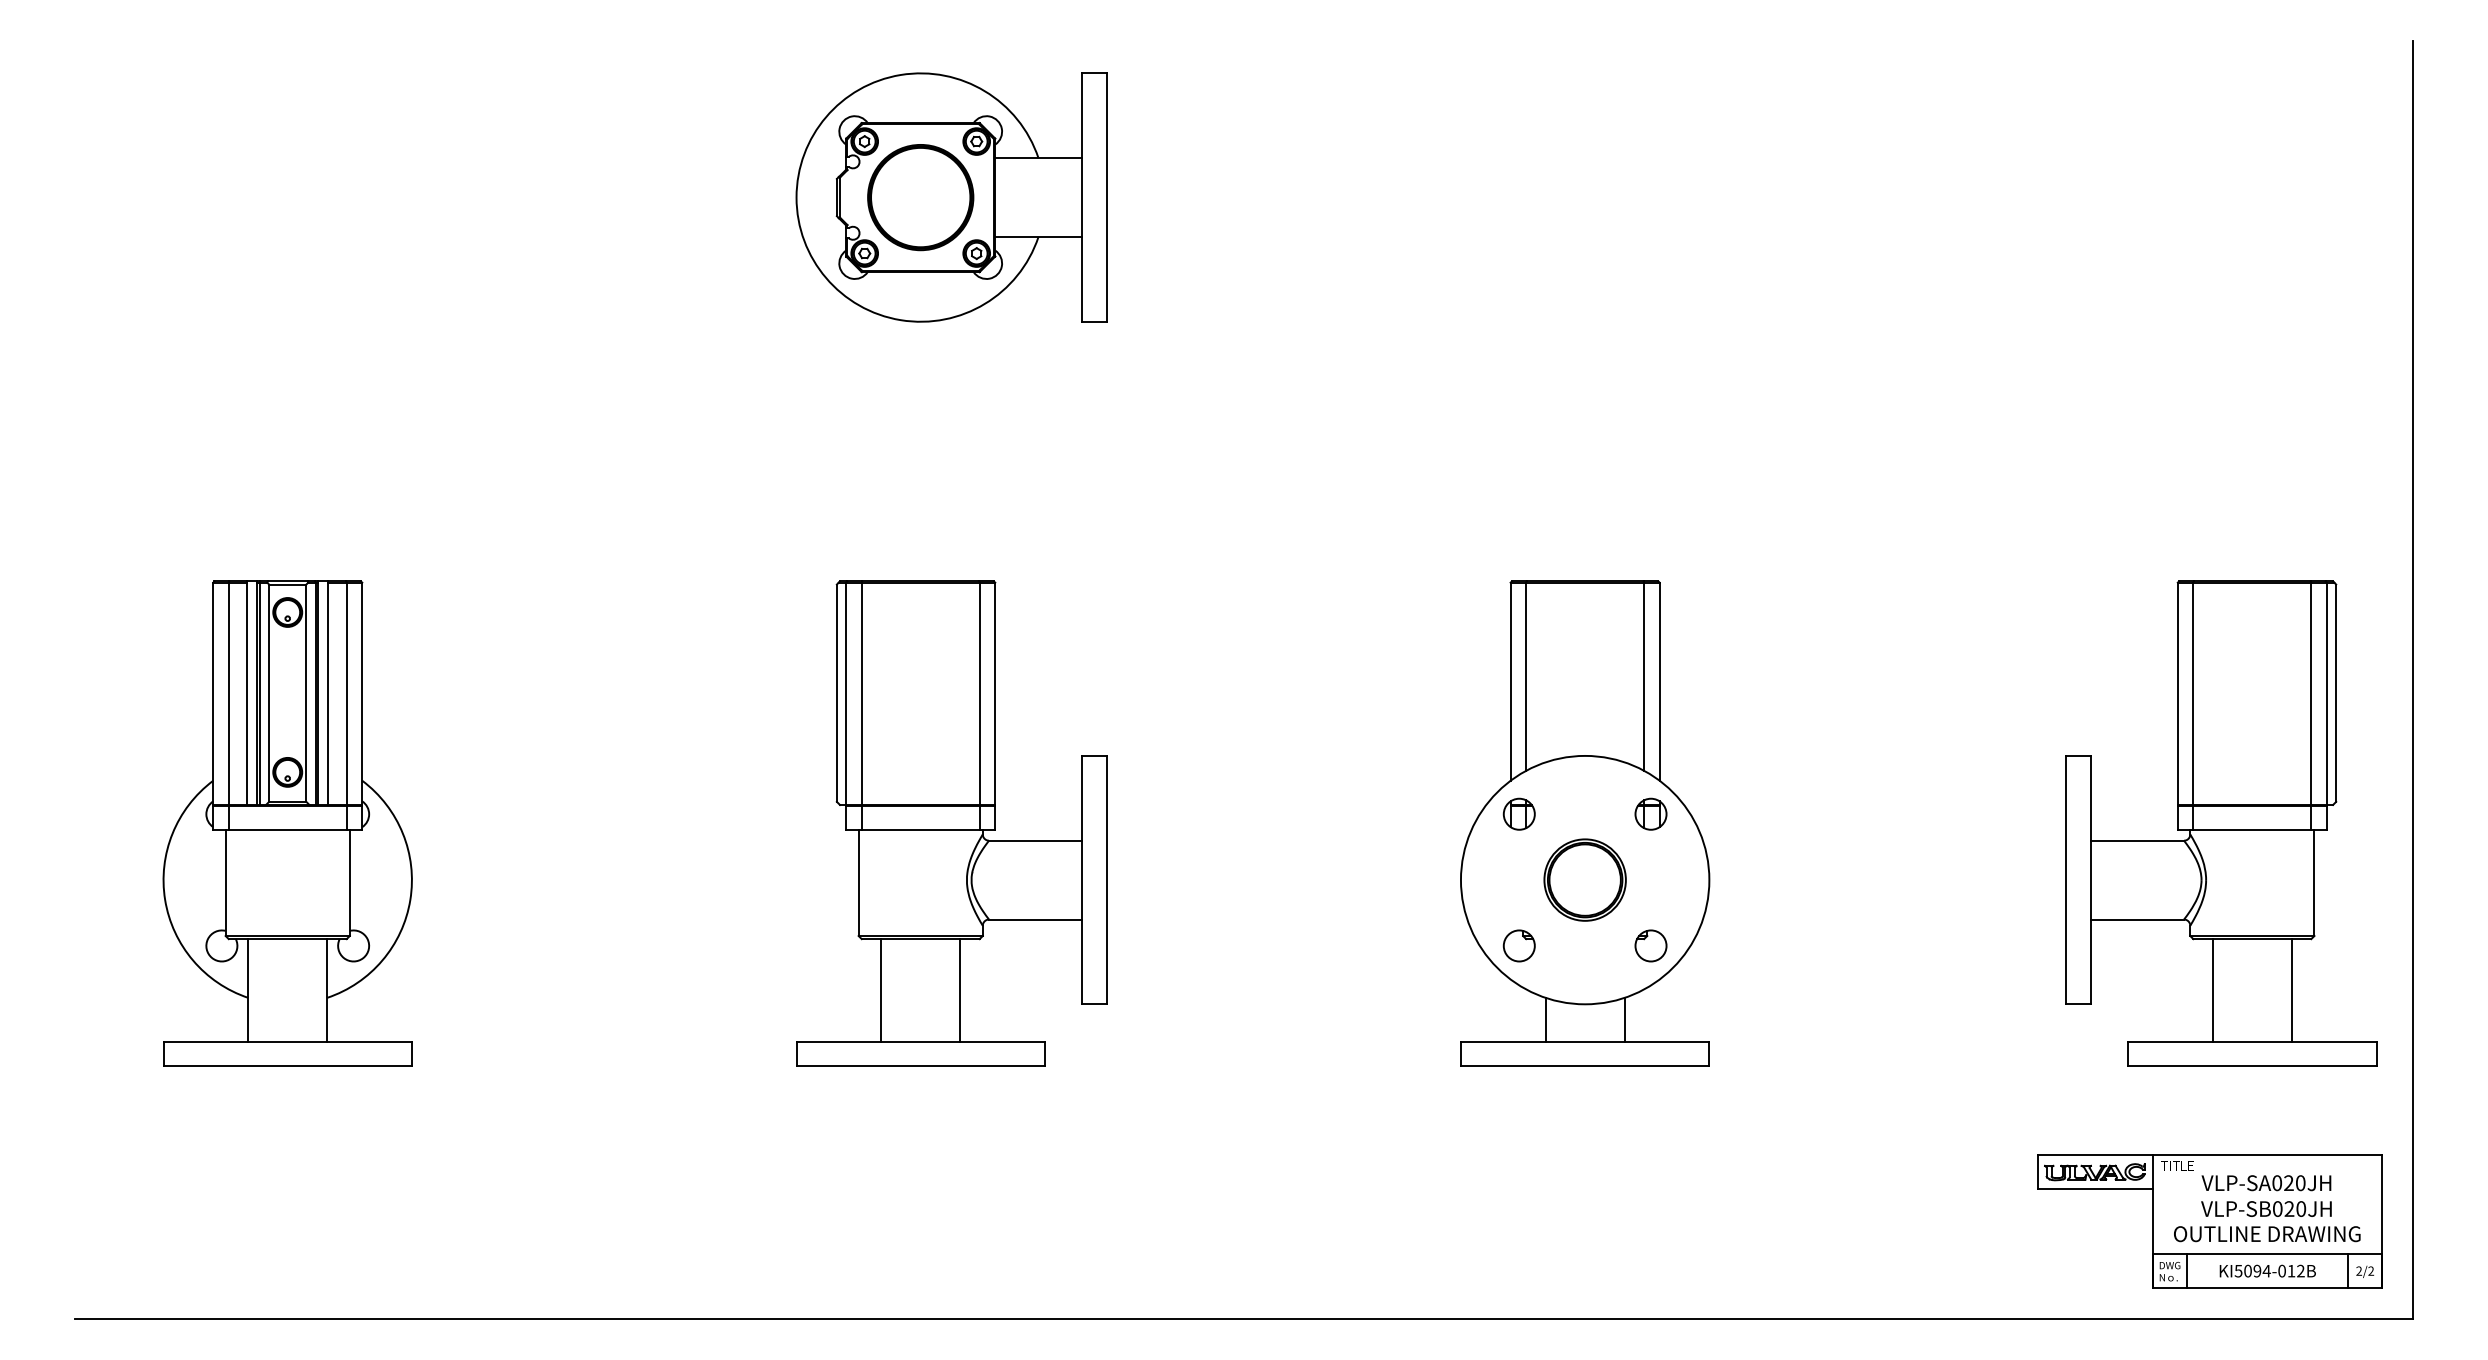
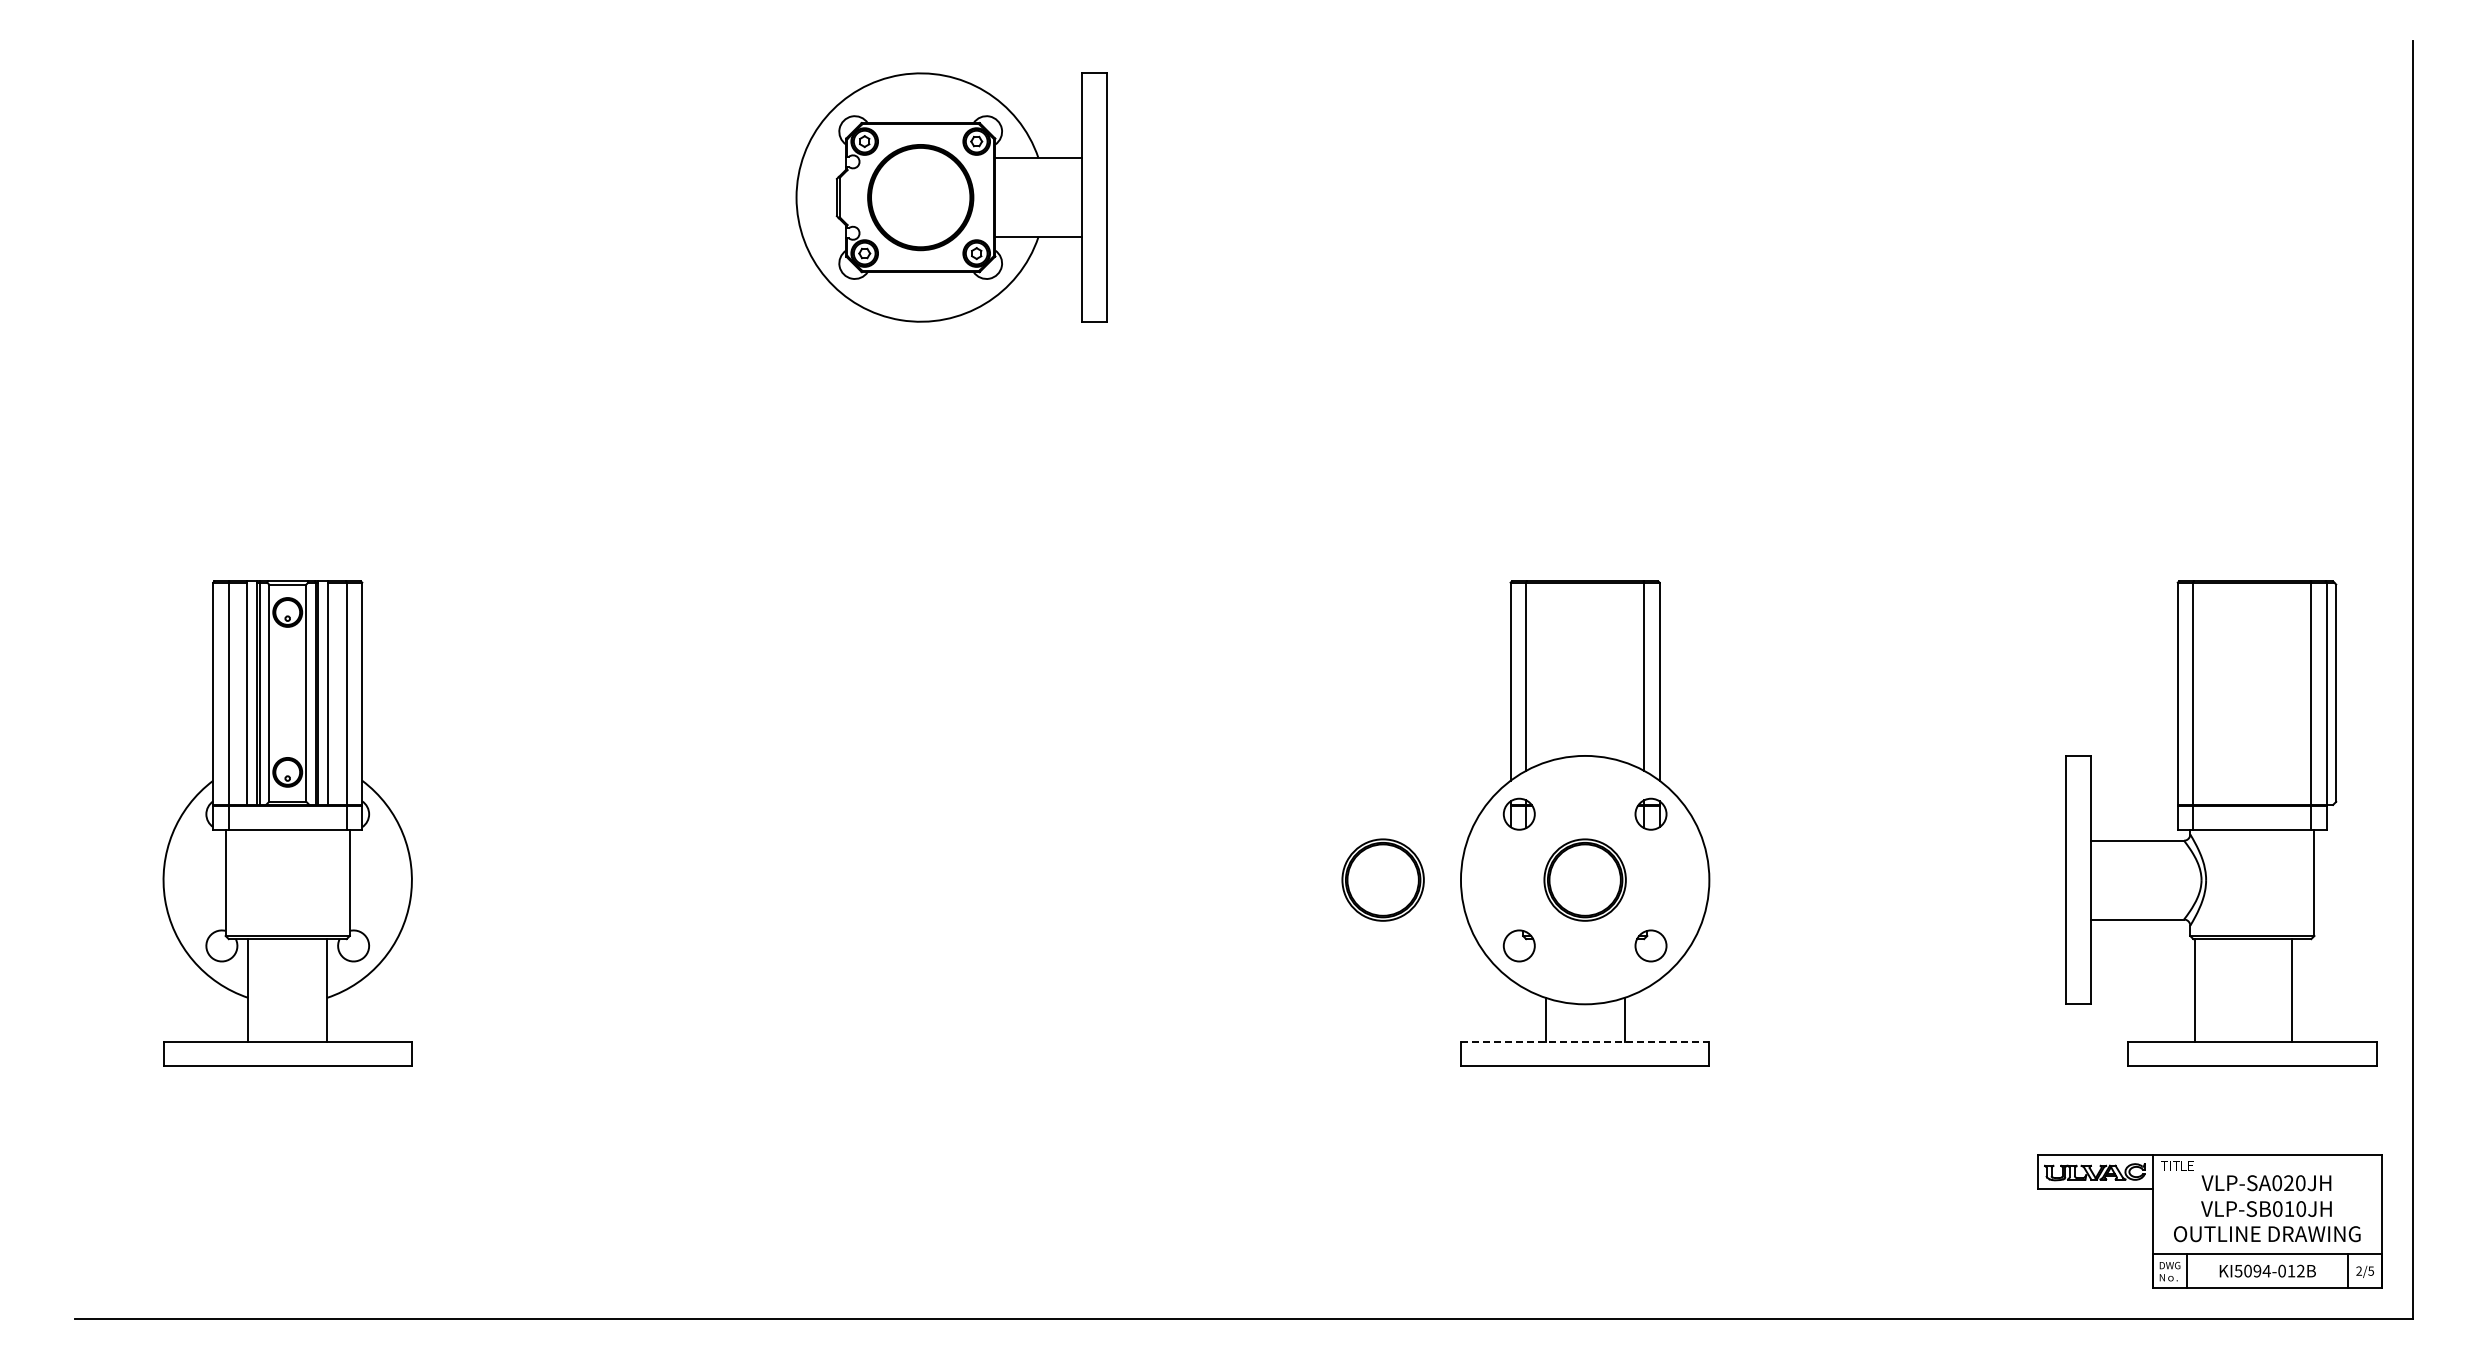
part at (951, 823): present -> none
part at (1382, 879): none -> present
line at (2212, 990) position: (2212, 990) -> (2194, 990)
line at (1585, 1041): solid -> dashed
text at (2289, 1208): VLP-SB020JH -> VLP-SB010JH
text at (2371, 1270): 2/2 -> 2/5
